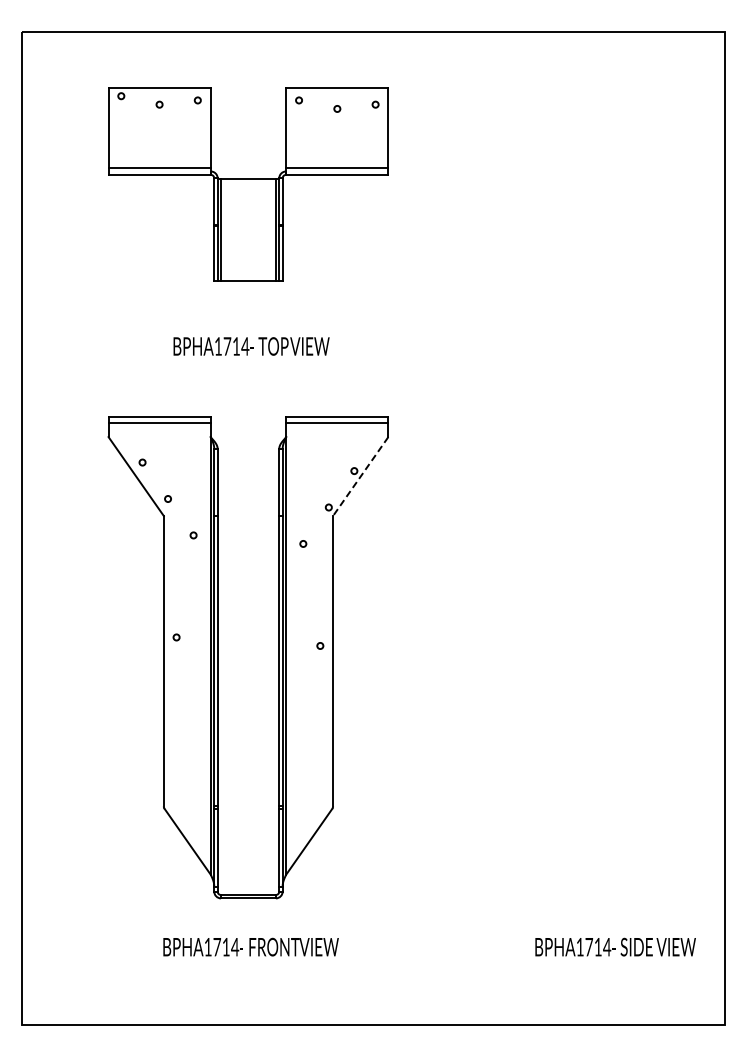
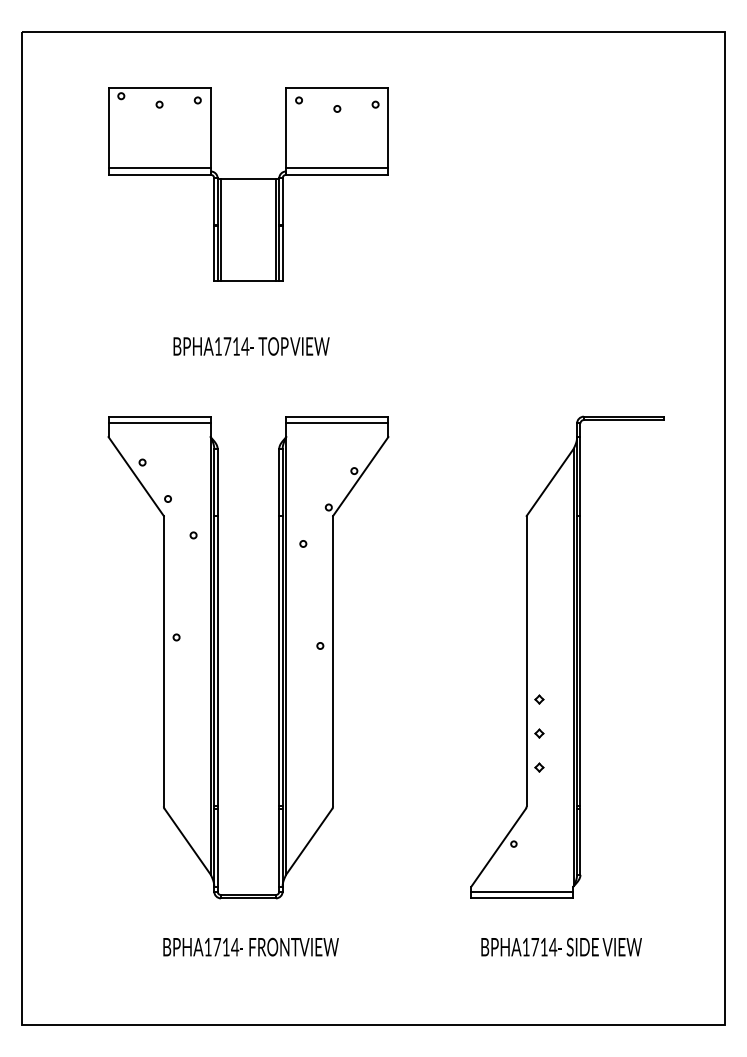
line at (360, 476): dashed -> solid
part at (567, 656): none -> present
text at (615, 946) position: (615, 946) -> (561, 946)
